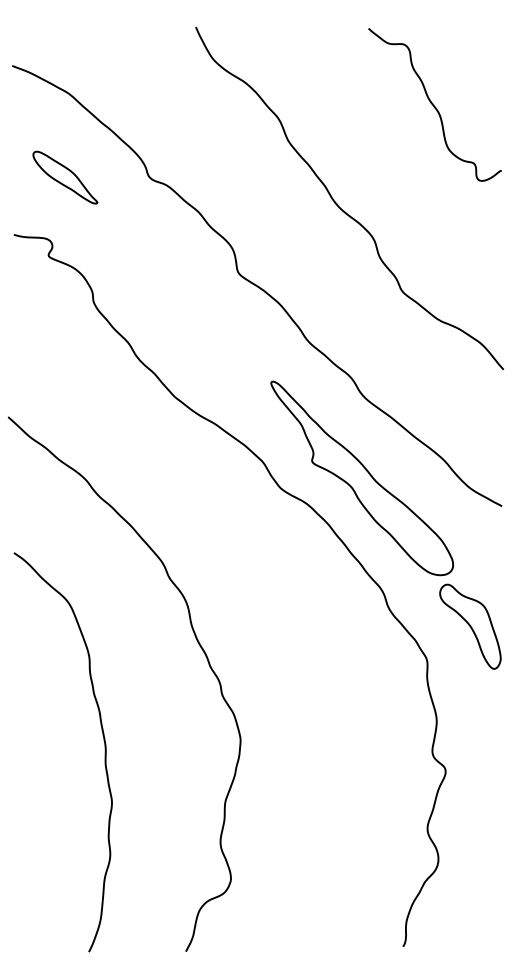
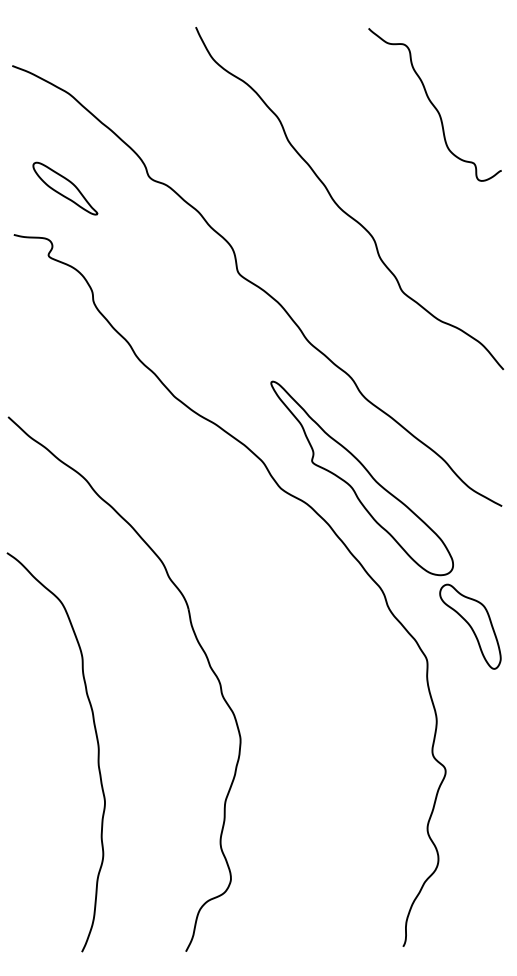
part at (65, 177) position: (65, 177) -> (65, 188)
curve at (104, 752) position: (104, 752) -> (97, 752)
